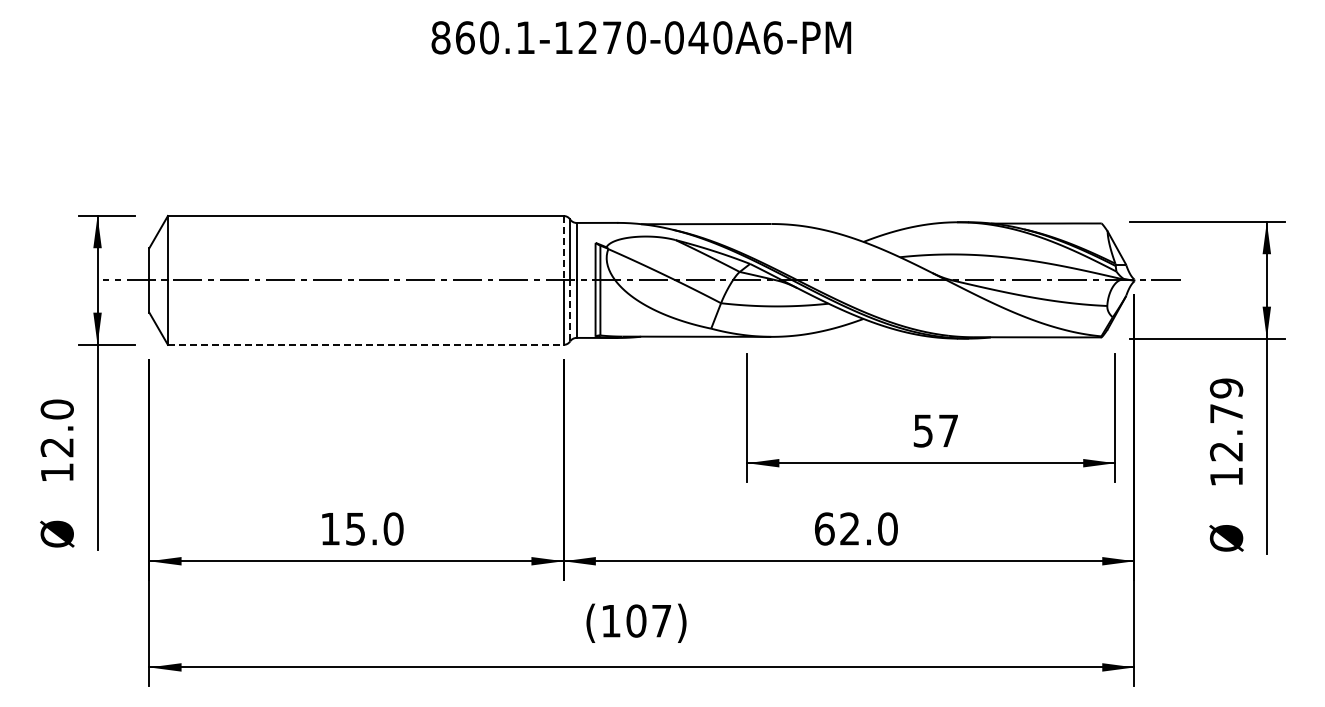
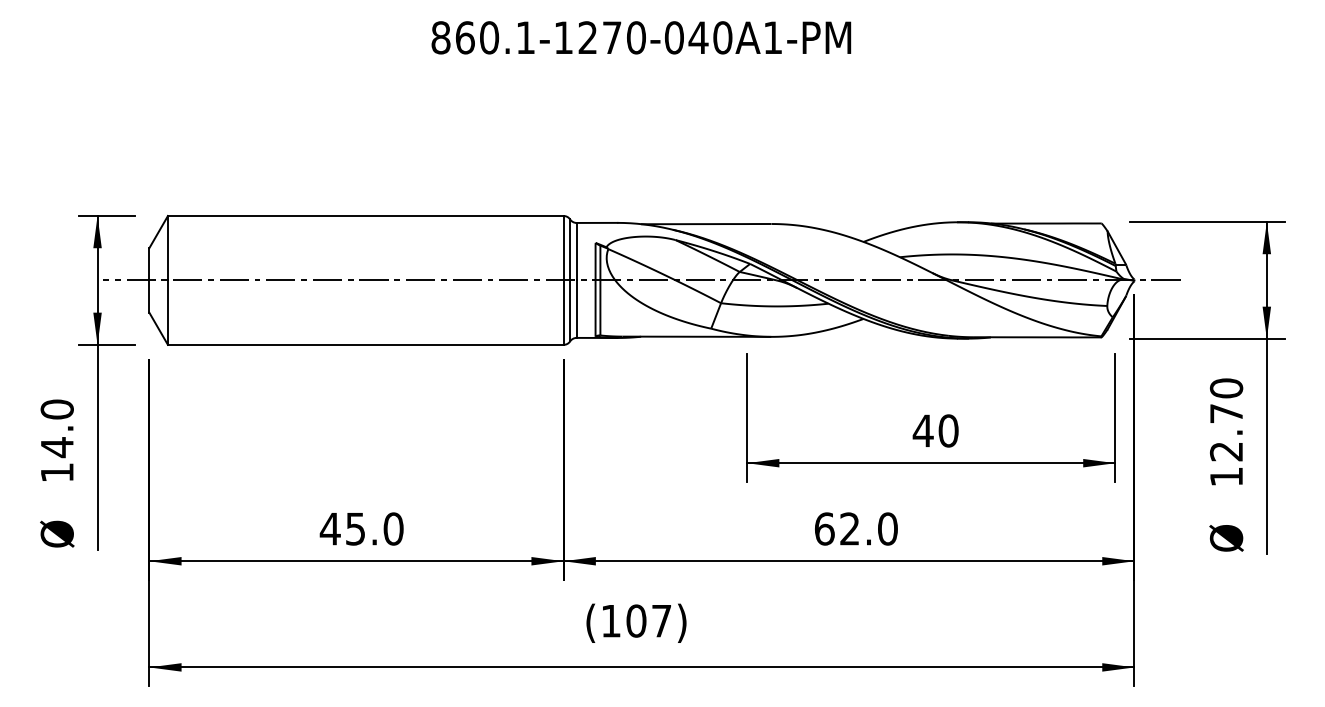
text at (772, 37): 860.1-1270-040A6-PM -> 860.1-1270-040A1-PM
line at (563, 248): dashed -> solid
line at (570, 310): dashed -> solid
line at (365, 344): dashed -> solid
text at (1226, 388): 12.79 -> 12.70
text at (935, 430): 57 -> 40
text at (56, 447): 12.0 -> 14.0
text at (329, 529): 15.0 -> 45.0
